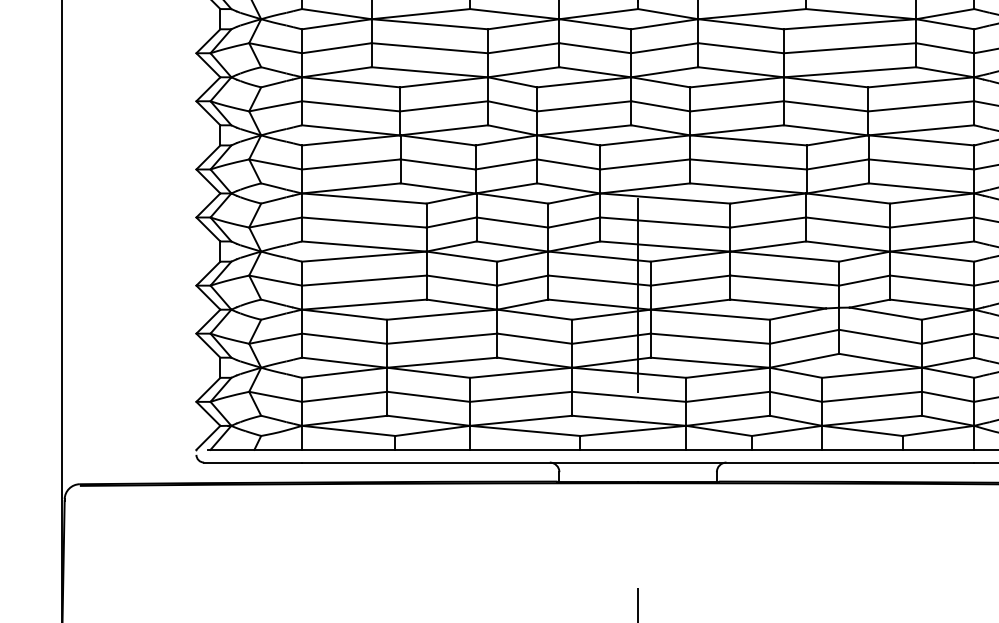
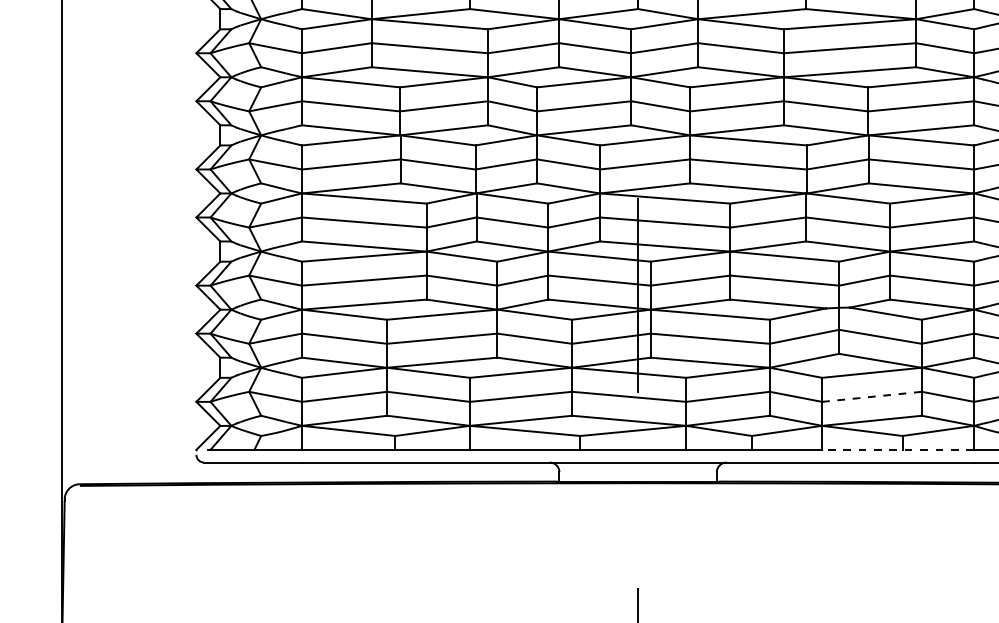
line at (872, 396): solid -> dashed
line at (898, 449): solid -> dashed
